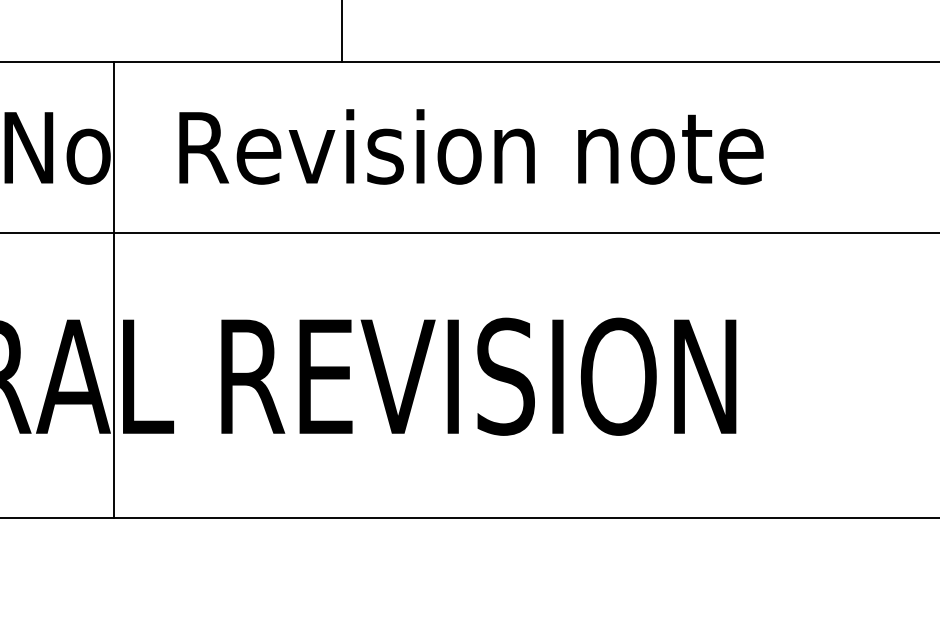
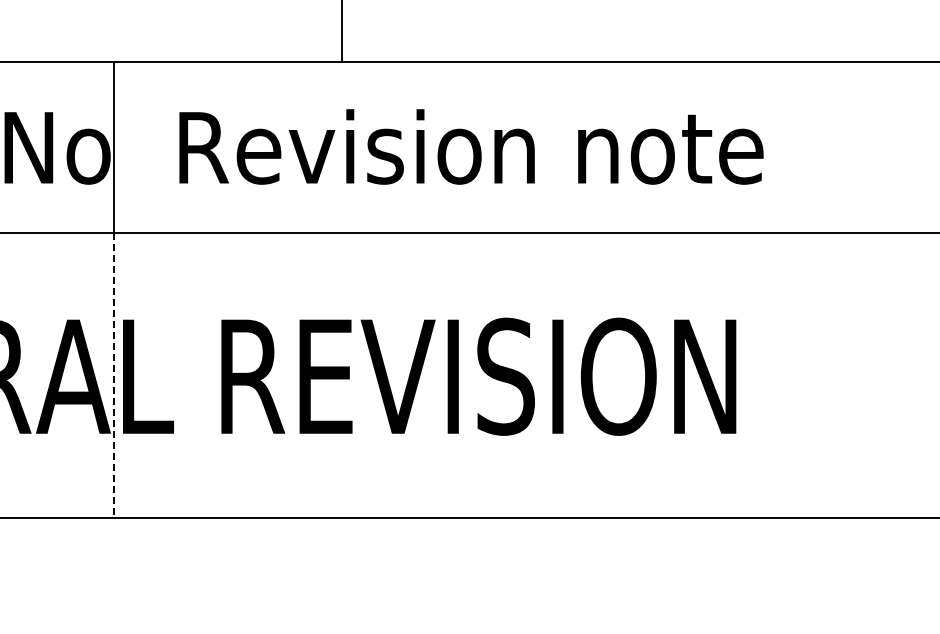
line at (113, 375): solid -> dashed
